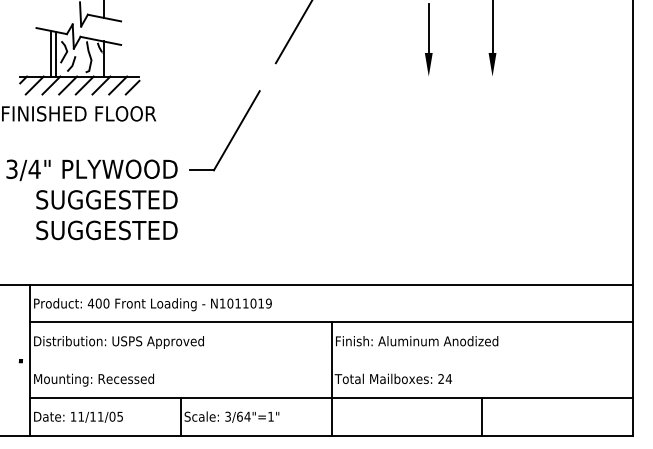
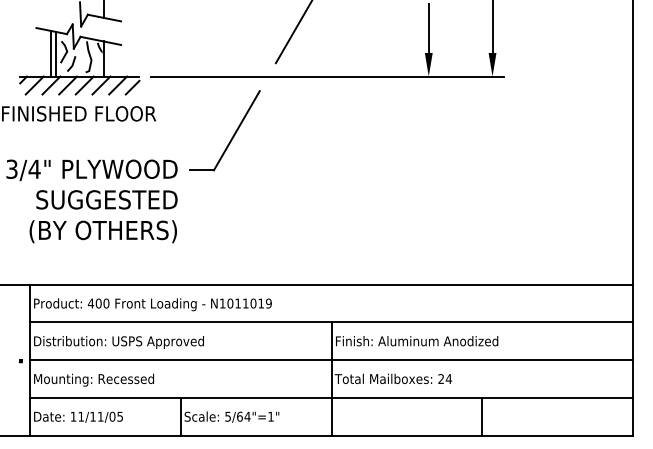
line at (327, 76): none -> present
text at (103, 231): SUGGESTED -> (BY OTHERS)
line at (331, 360): none -> present
text at (227, 415): 3/64"=1" -> 5/64"=1"
